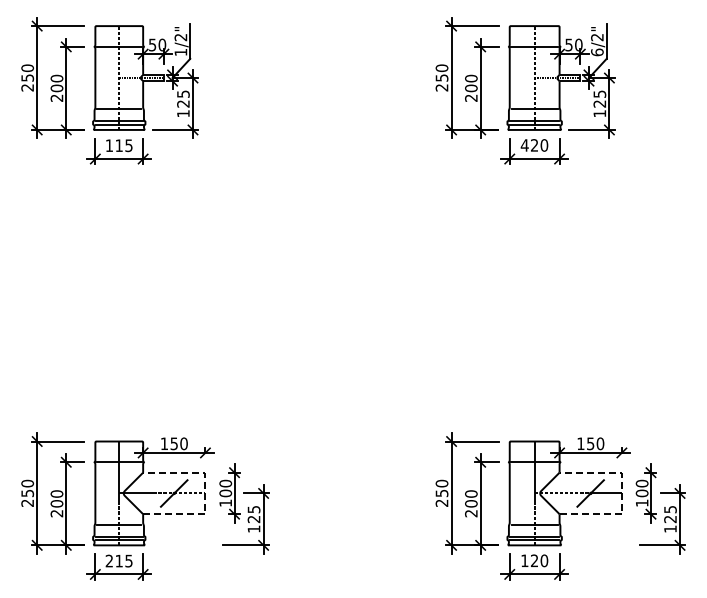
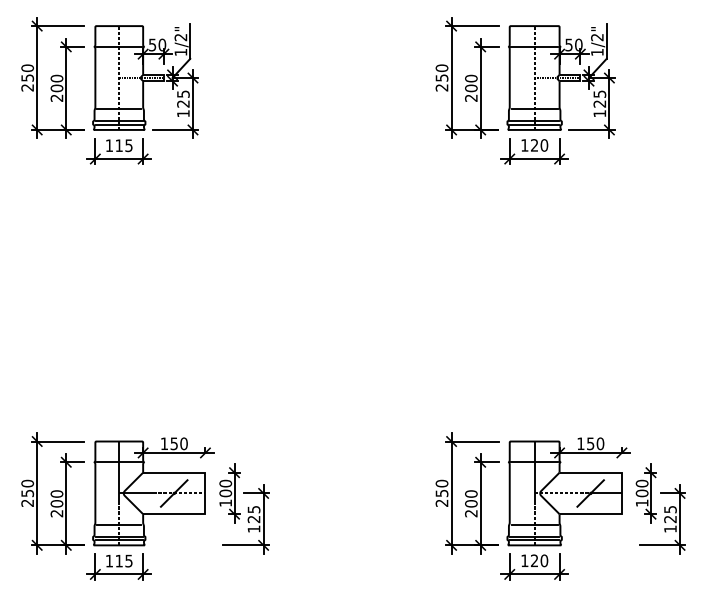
text at (597, 52): 6/2" -> 1/2"
text at (524, 145): 420 -> 120
line at (205, 493): dashed -> solid
line at (621, 493): dashed -> solid
text at (108, 560): 215 -> 115
